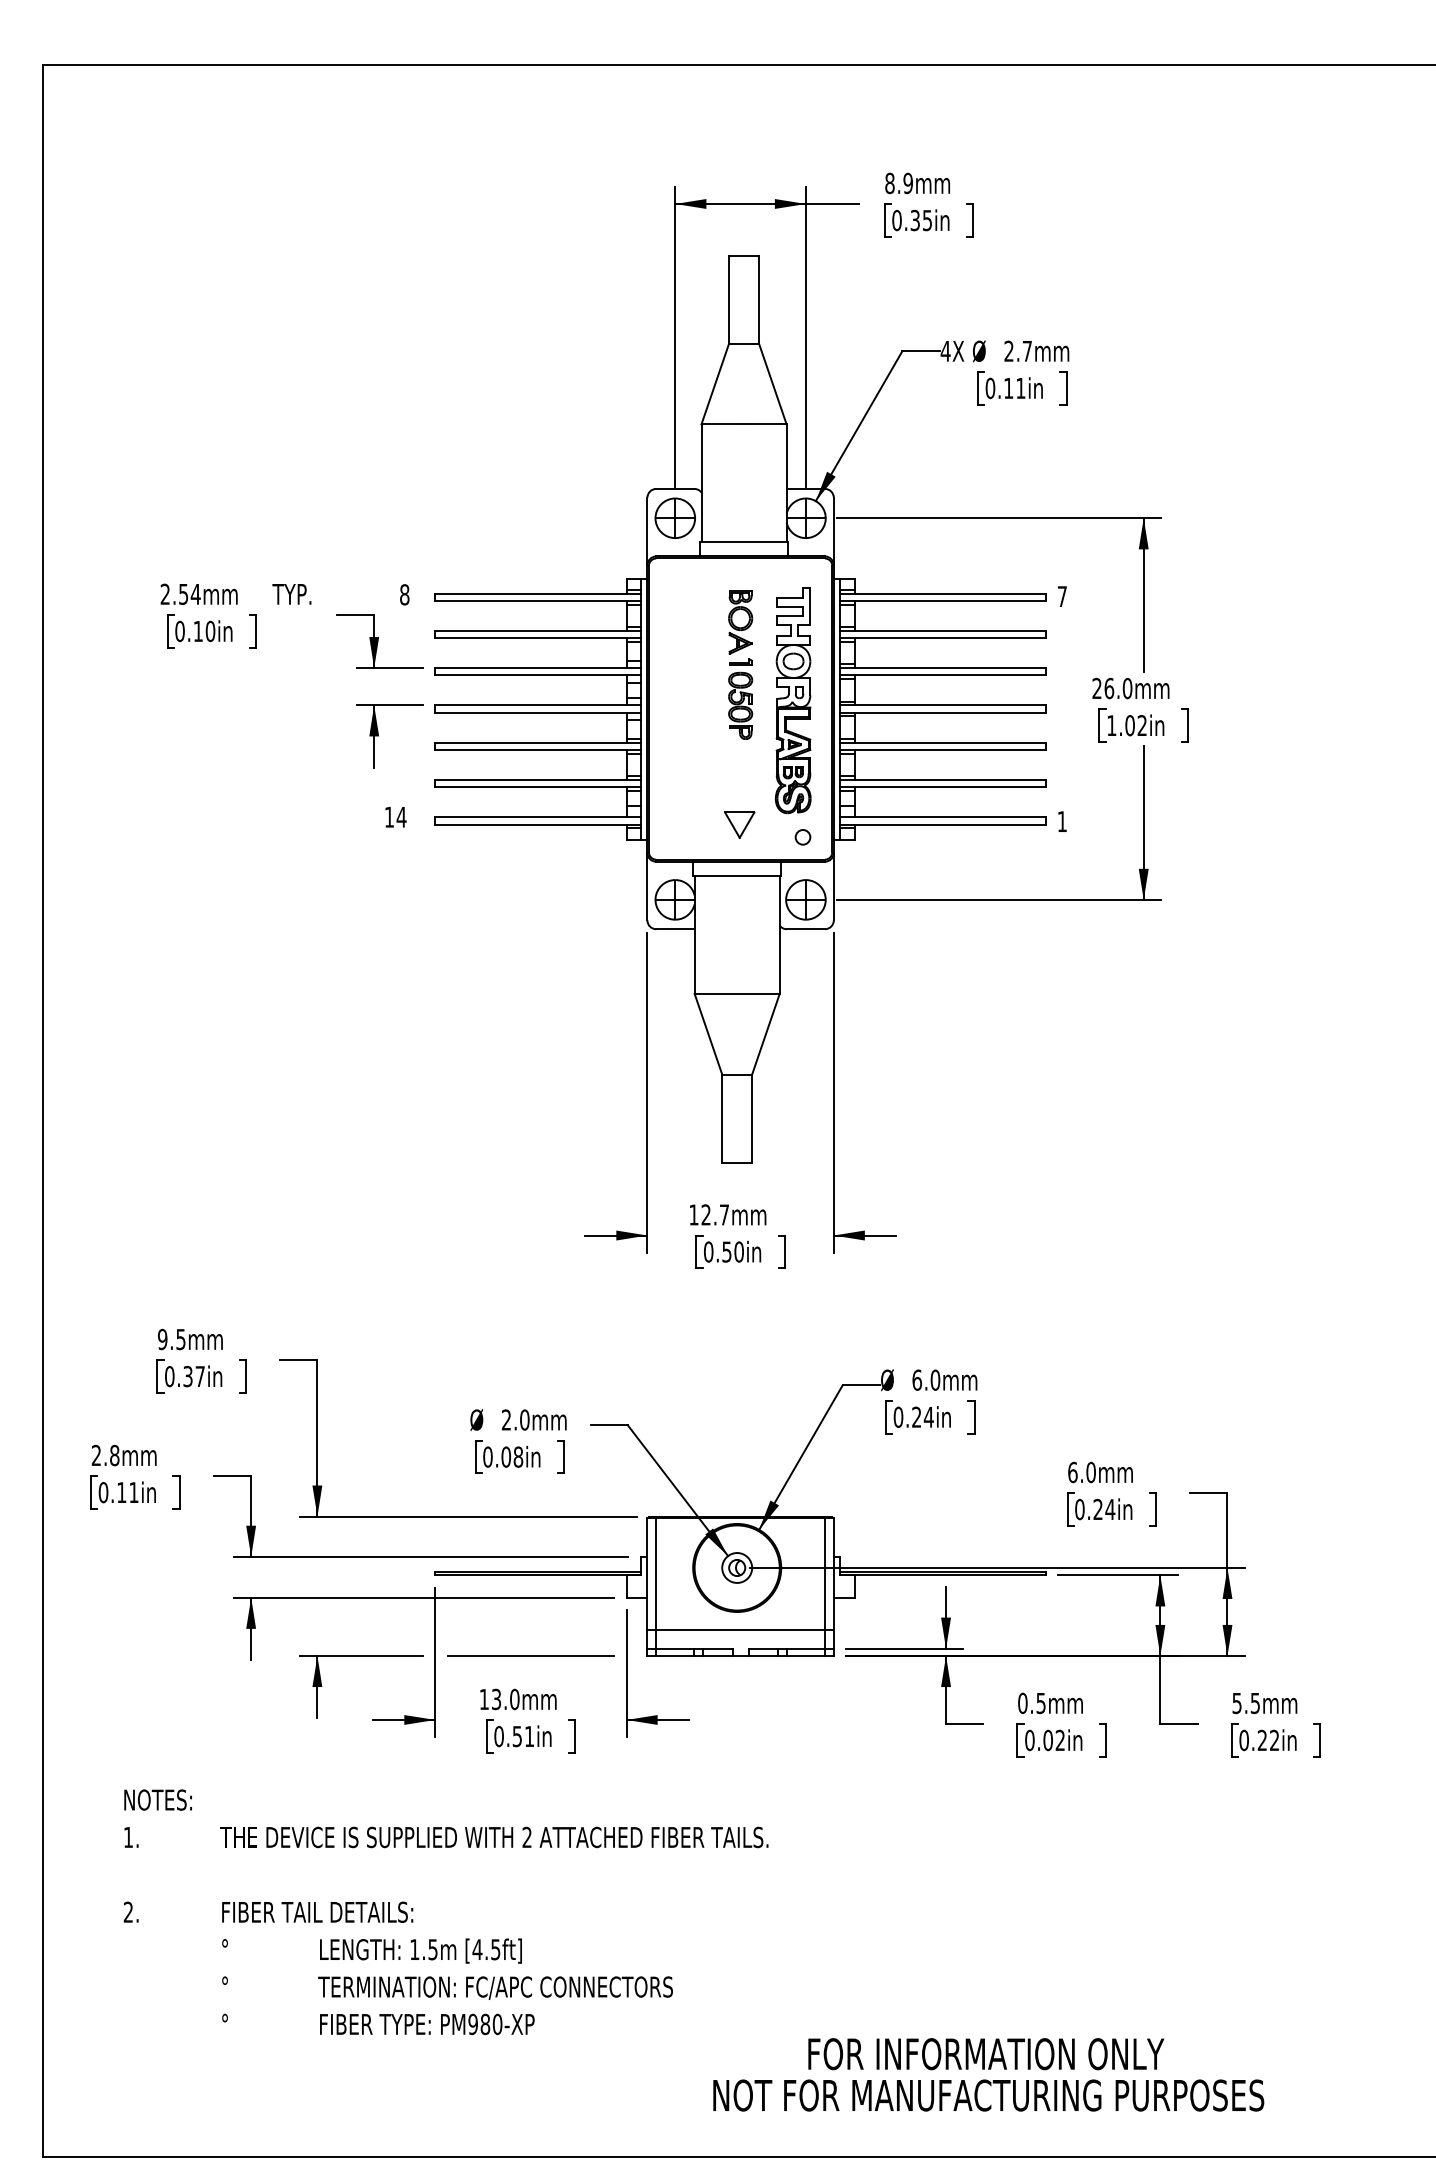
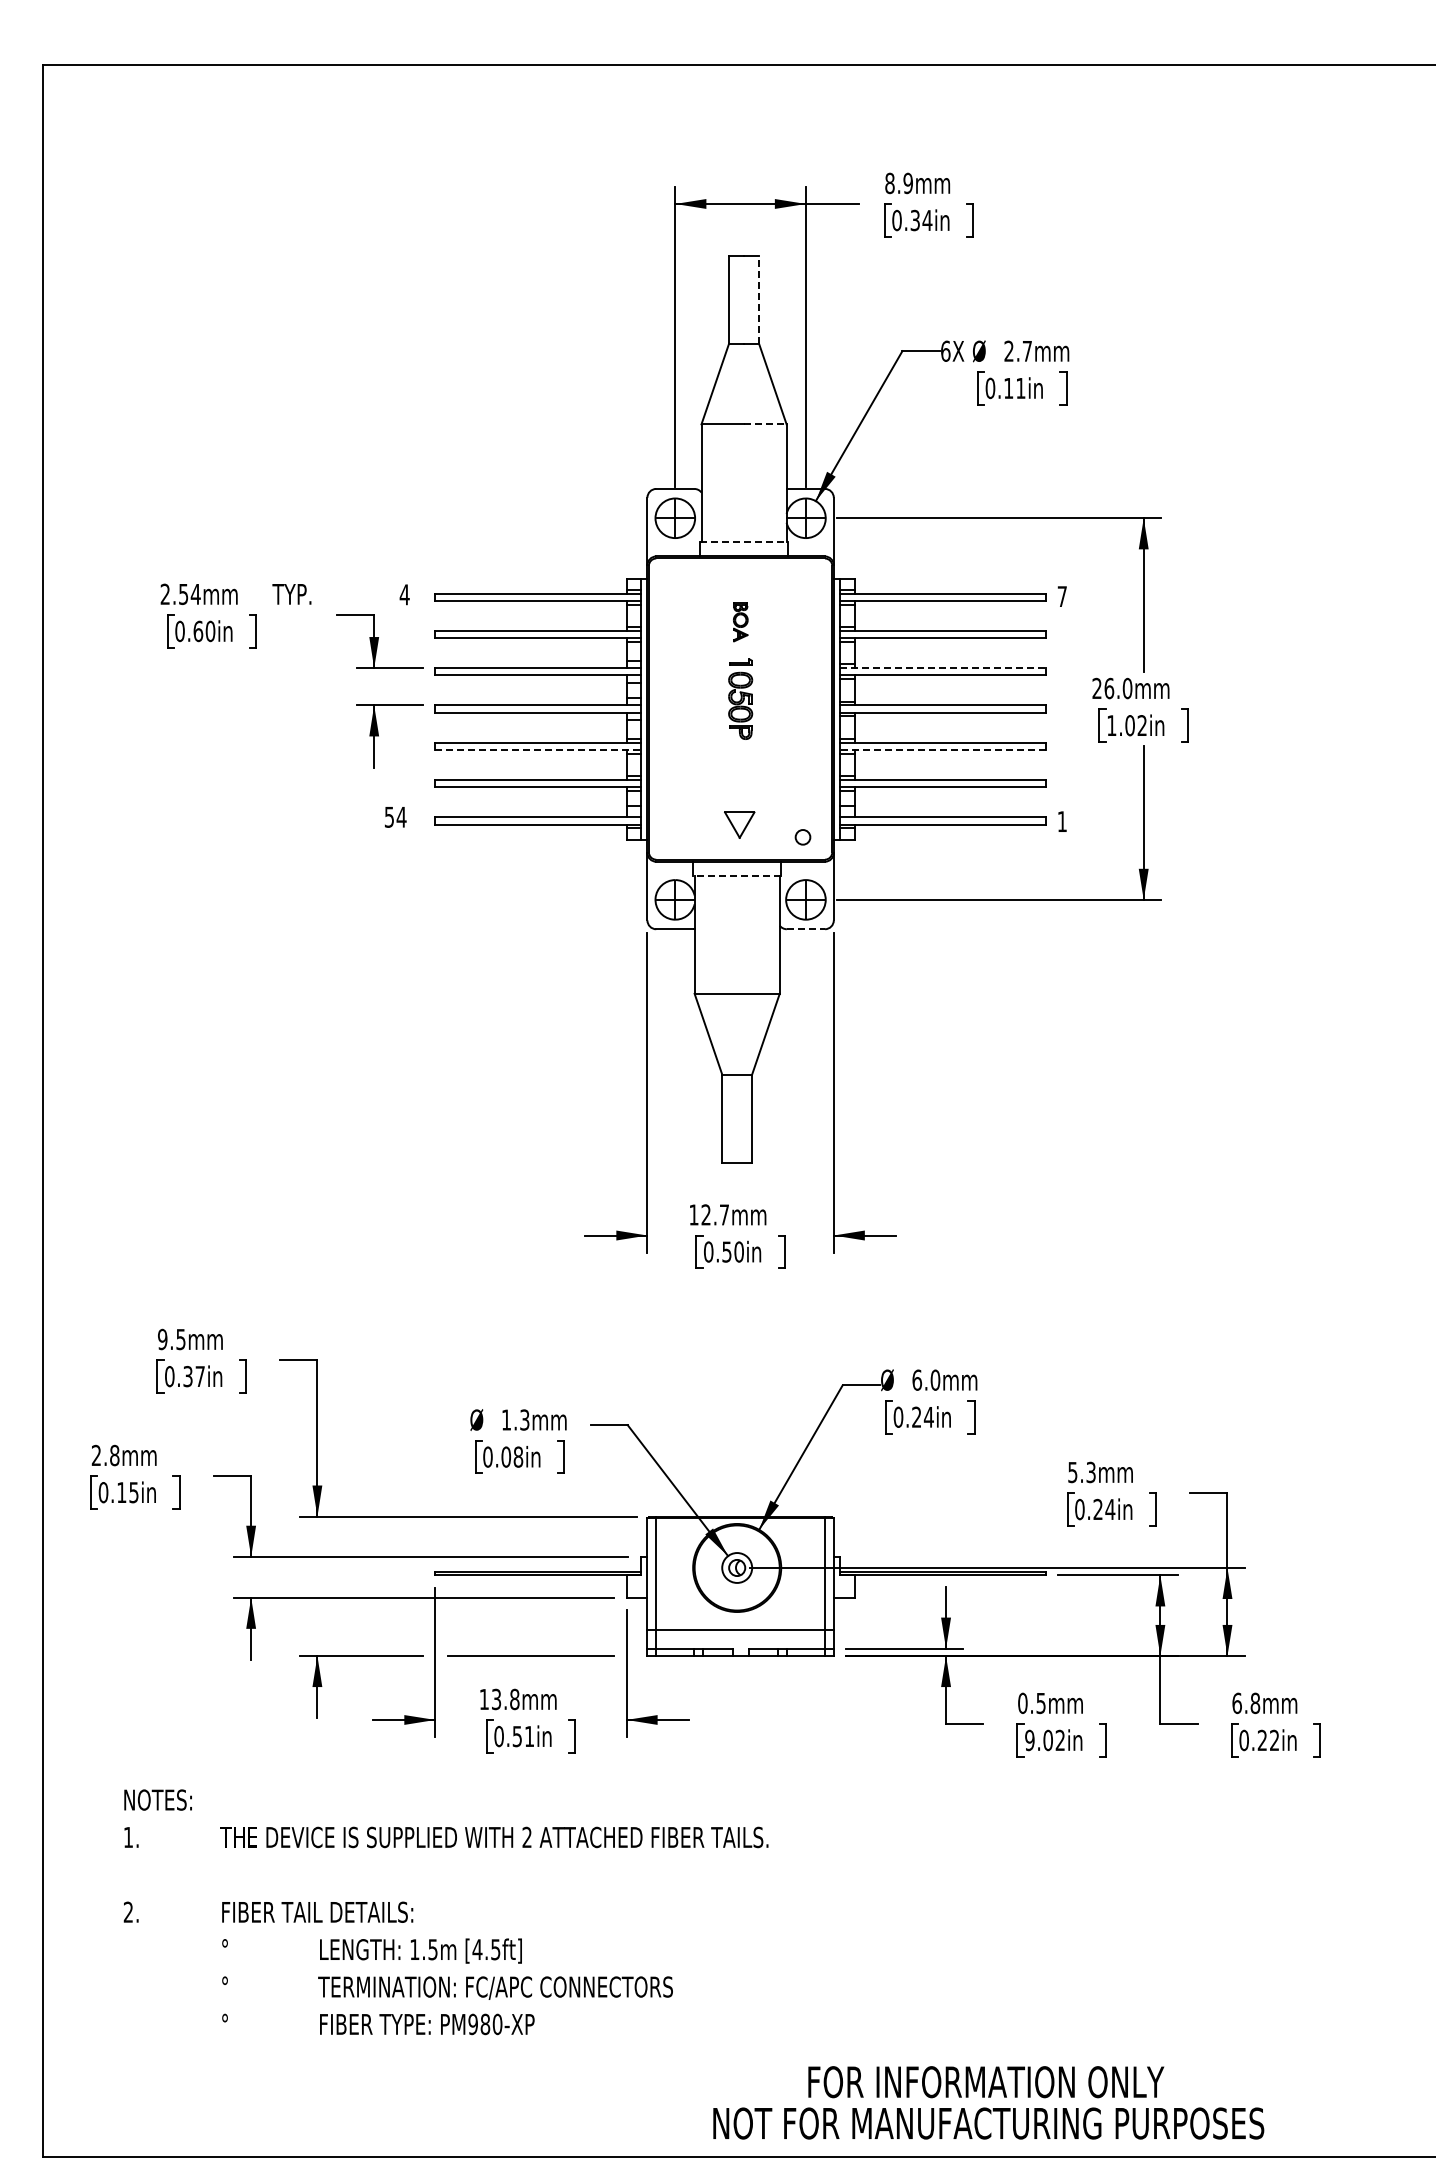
text at (927, 220): 0.35in -> 0.34in
line at (759, 299): solid -> dashed
text at (945, 350): 4X -> 6X
line at (765, 424): solid -> dashed
line at (744, 541): solid -> dashed
text at (404, 594): 8 -> 4
part at (740, 622) size: 26x65 px -> 16x41 px
text at (198, 631): 0.10in -> 0.60in
line at (943, 668): solid -> dashed
part at (793, 700): present -> none
line at (538, 750): solid -> dashed
line at (943, 750): solid -> dashed
text at (388, 817): 14 -> 54
line at (736, 876): solid -> dashed
line at (806, 929): solid -> dashed
text at (515, 1419): 2.0mm -> 1.3mm
text at (1081, 1472): 6.0mm -> 5.3mm
text at (133, 1492): 0.11in -> 0.15in
text at (514, 1699): 13.0mm -> 13.8mm
text at (1246, 1703): 5.5mm -> 6.8mm
text at (1029, 1740): 0.02in -> 9.02in
text at (988, 2074) position: (988, 2074) -> (988, 2102)
